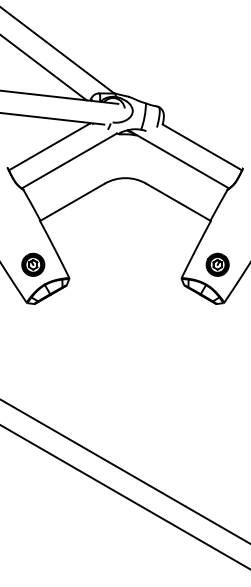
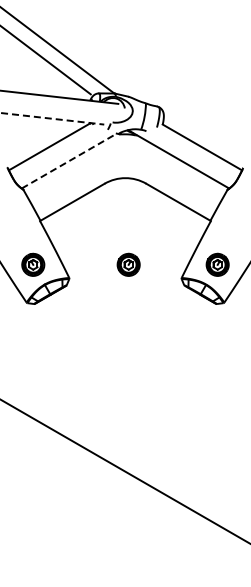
line at (44, 68) position: (44, 68) -> (46, 60)
line at (52, 118): solid -> dashed
line at (69, 161): solid -> dashed
part at (128, 264): none -> present
line at (124, 496): present -> none
